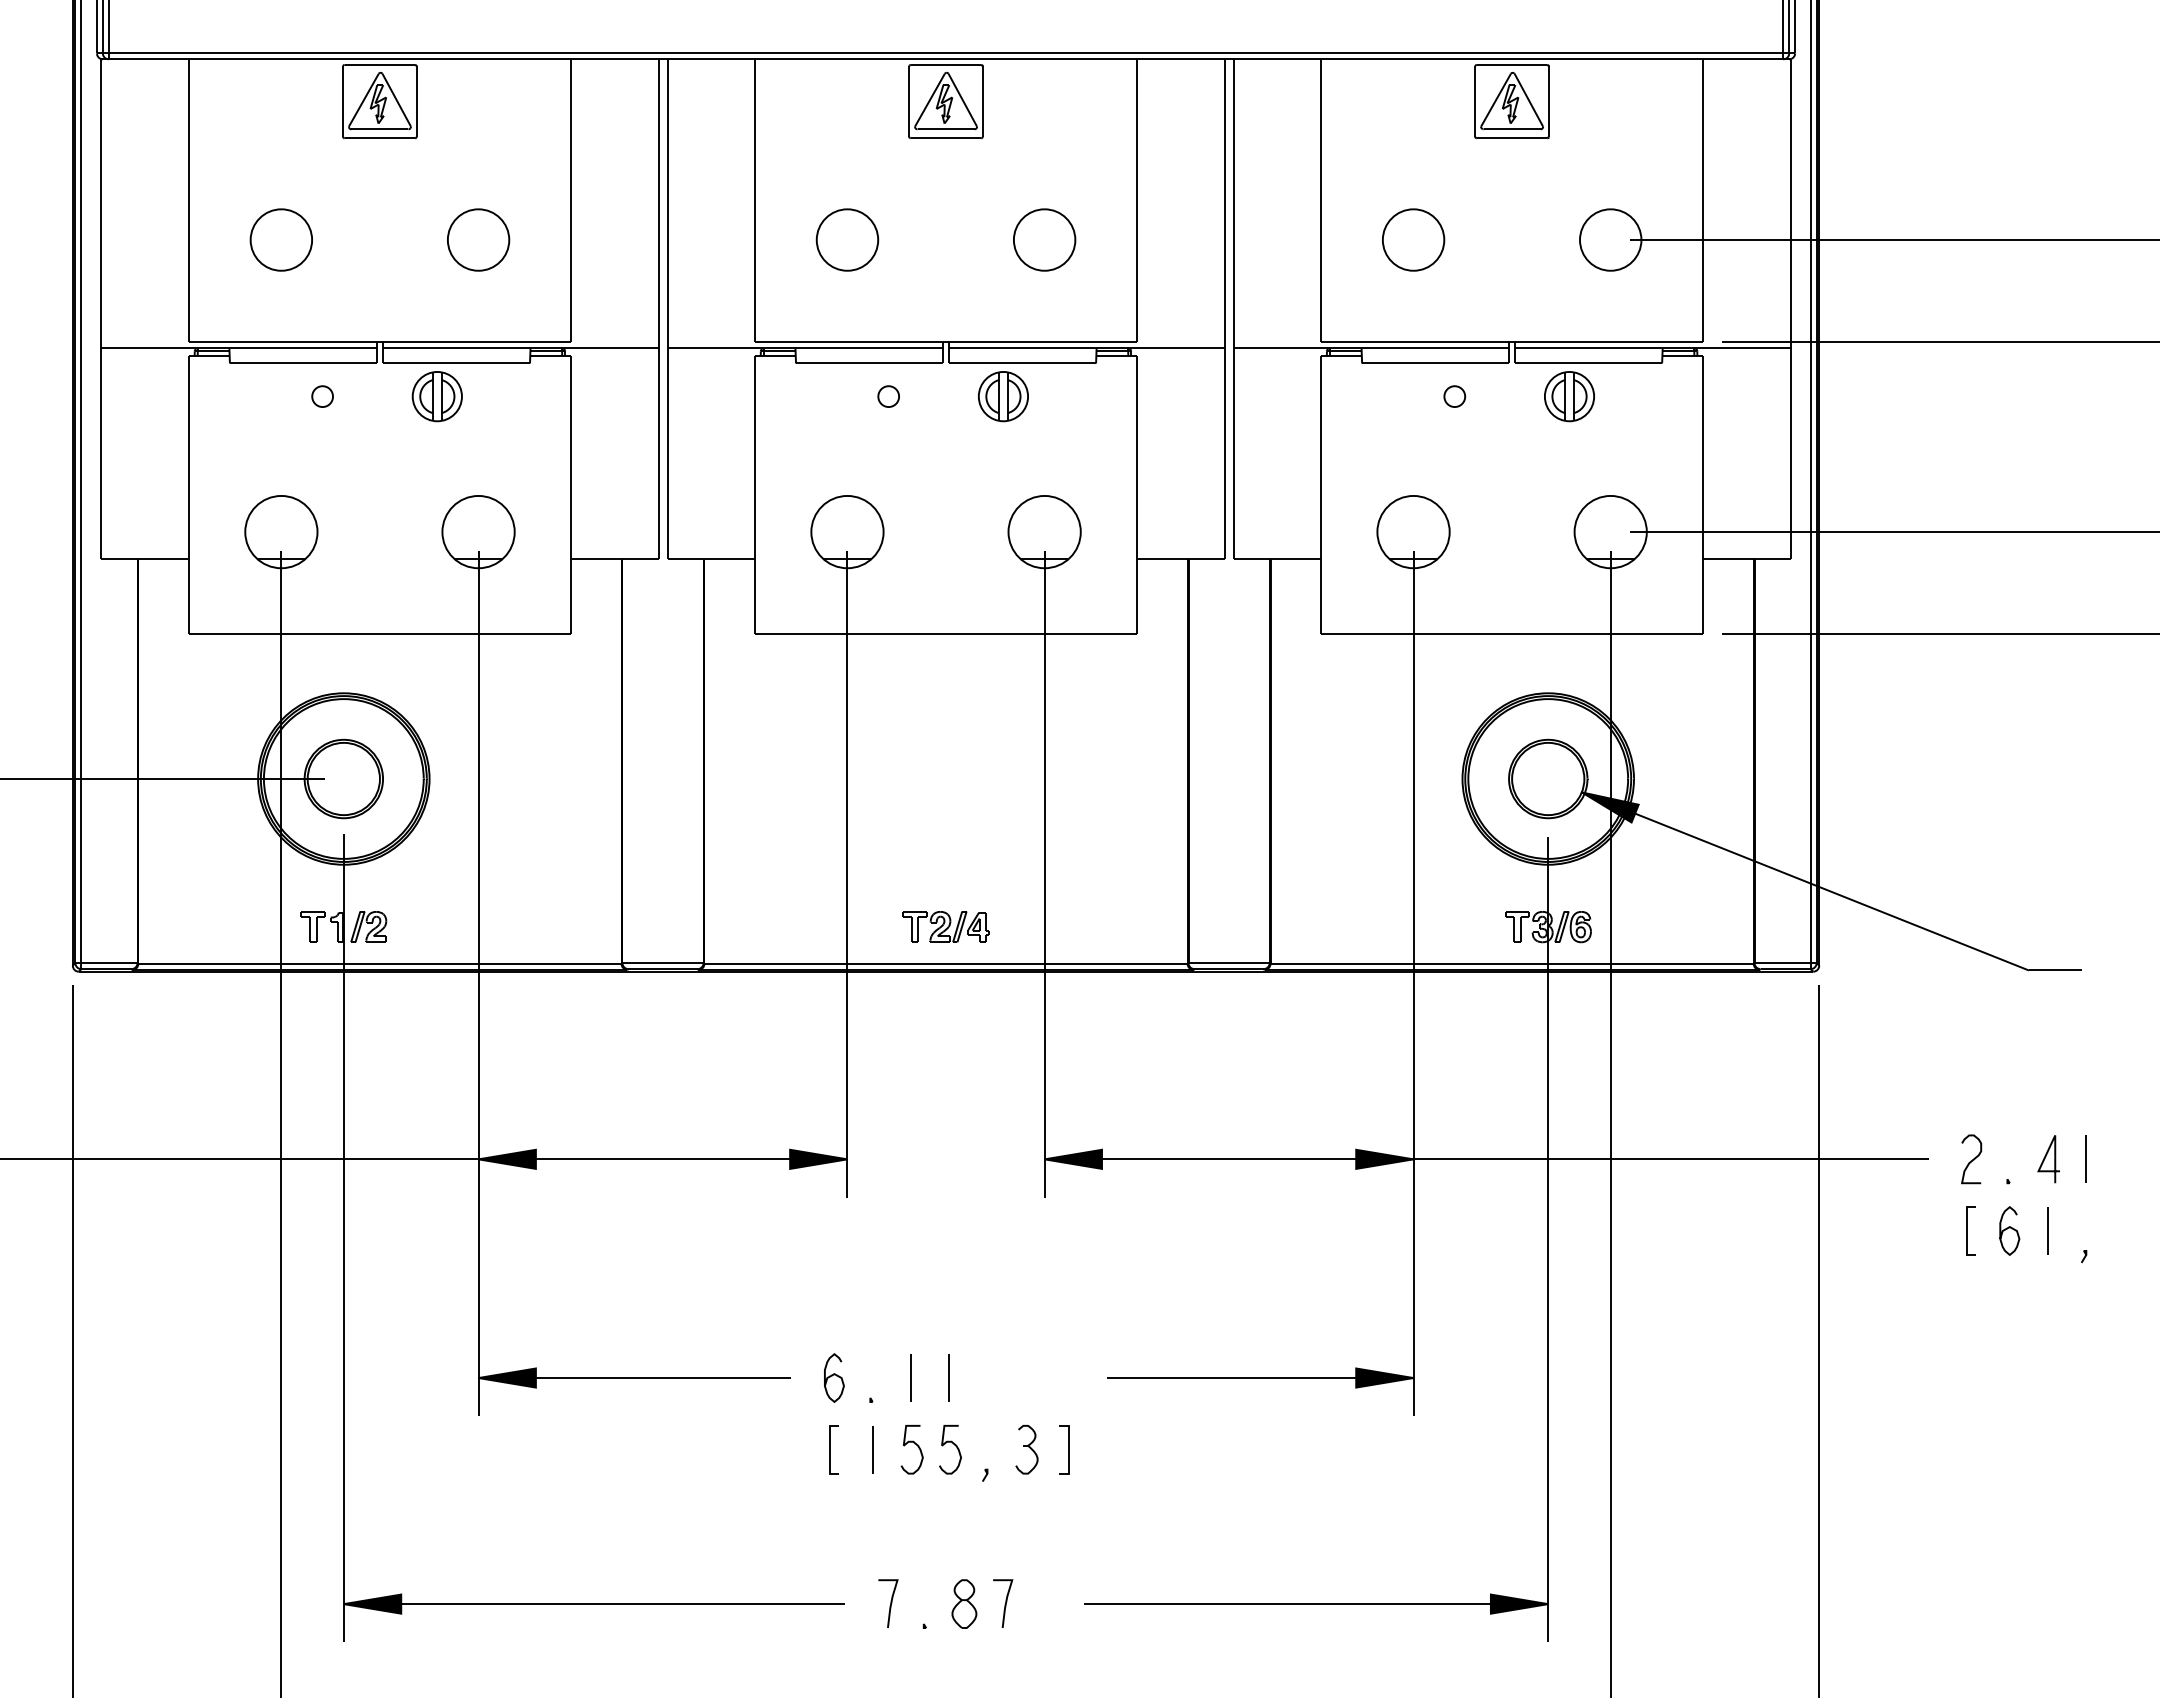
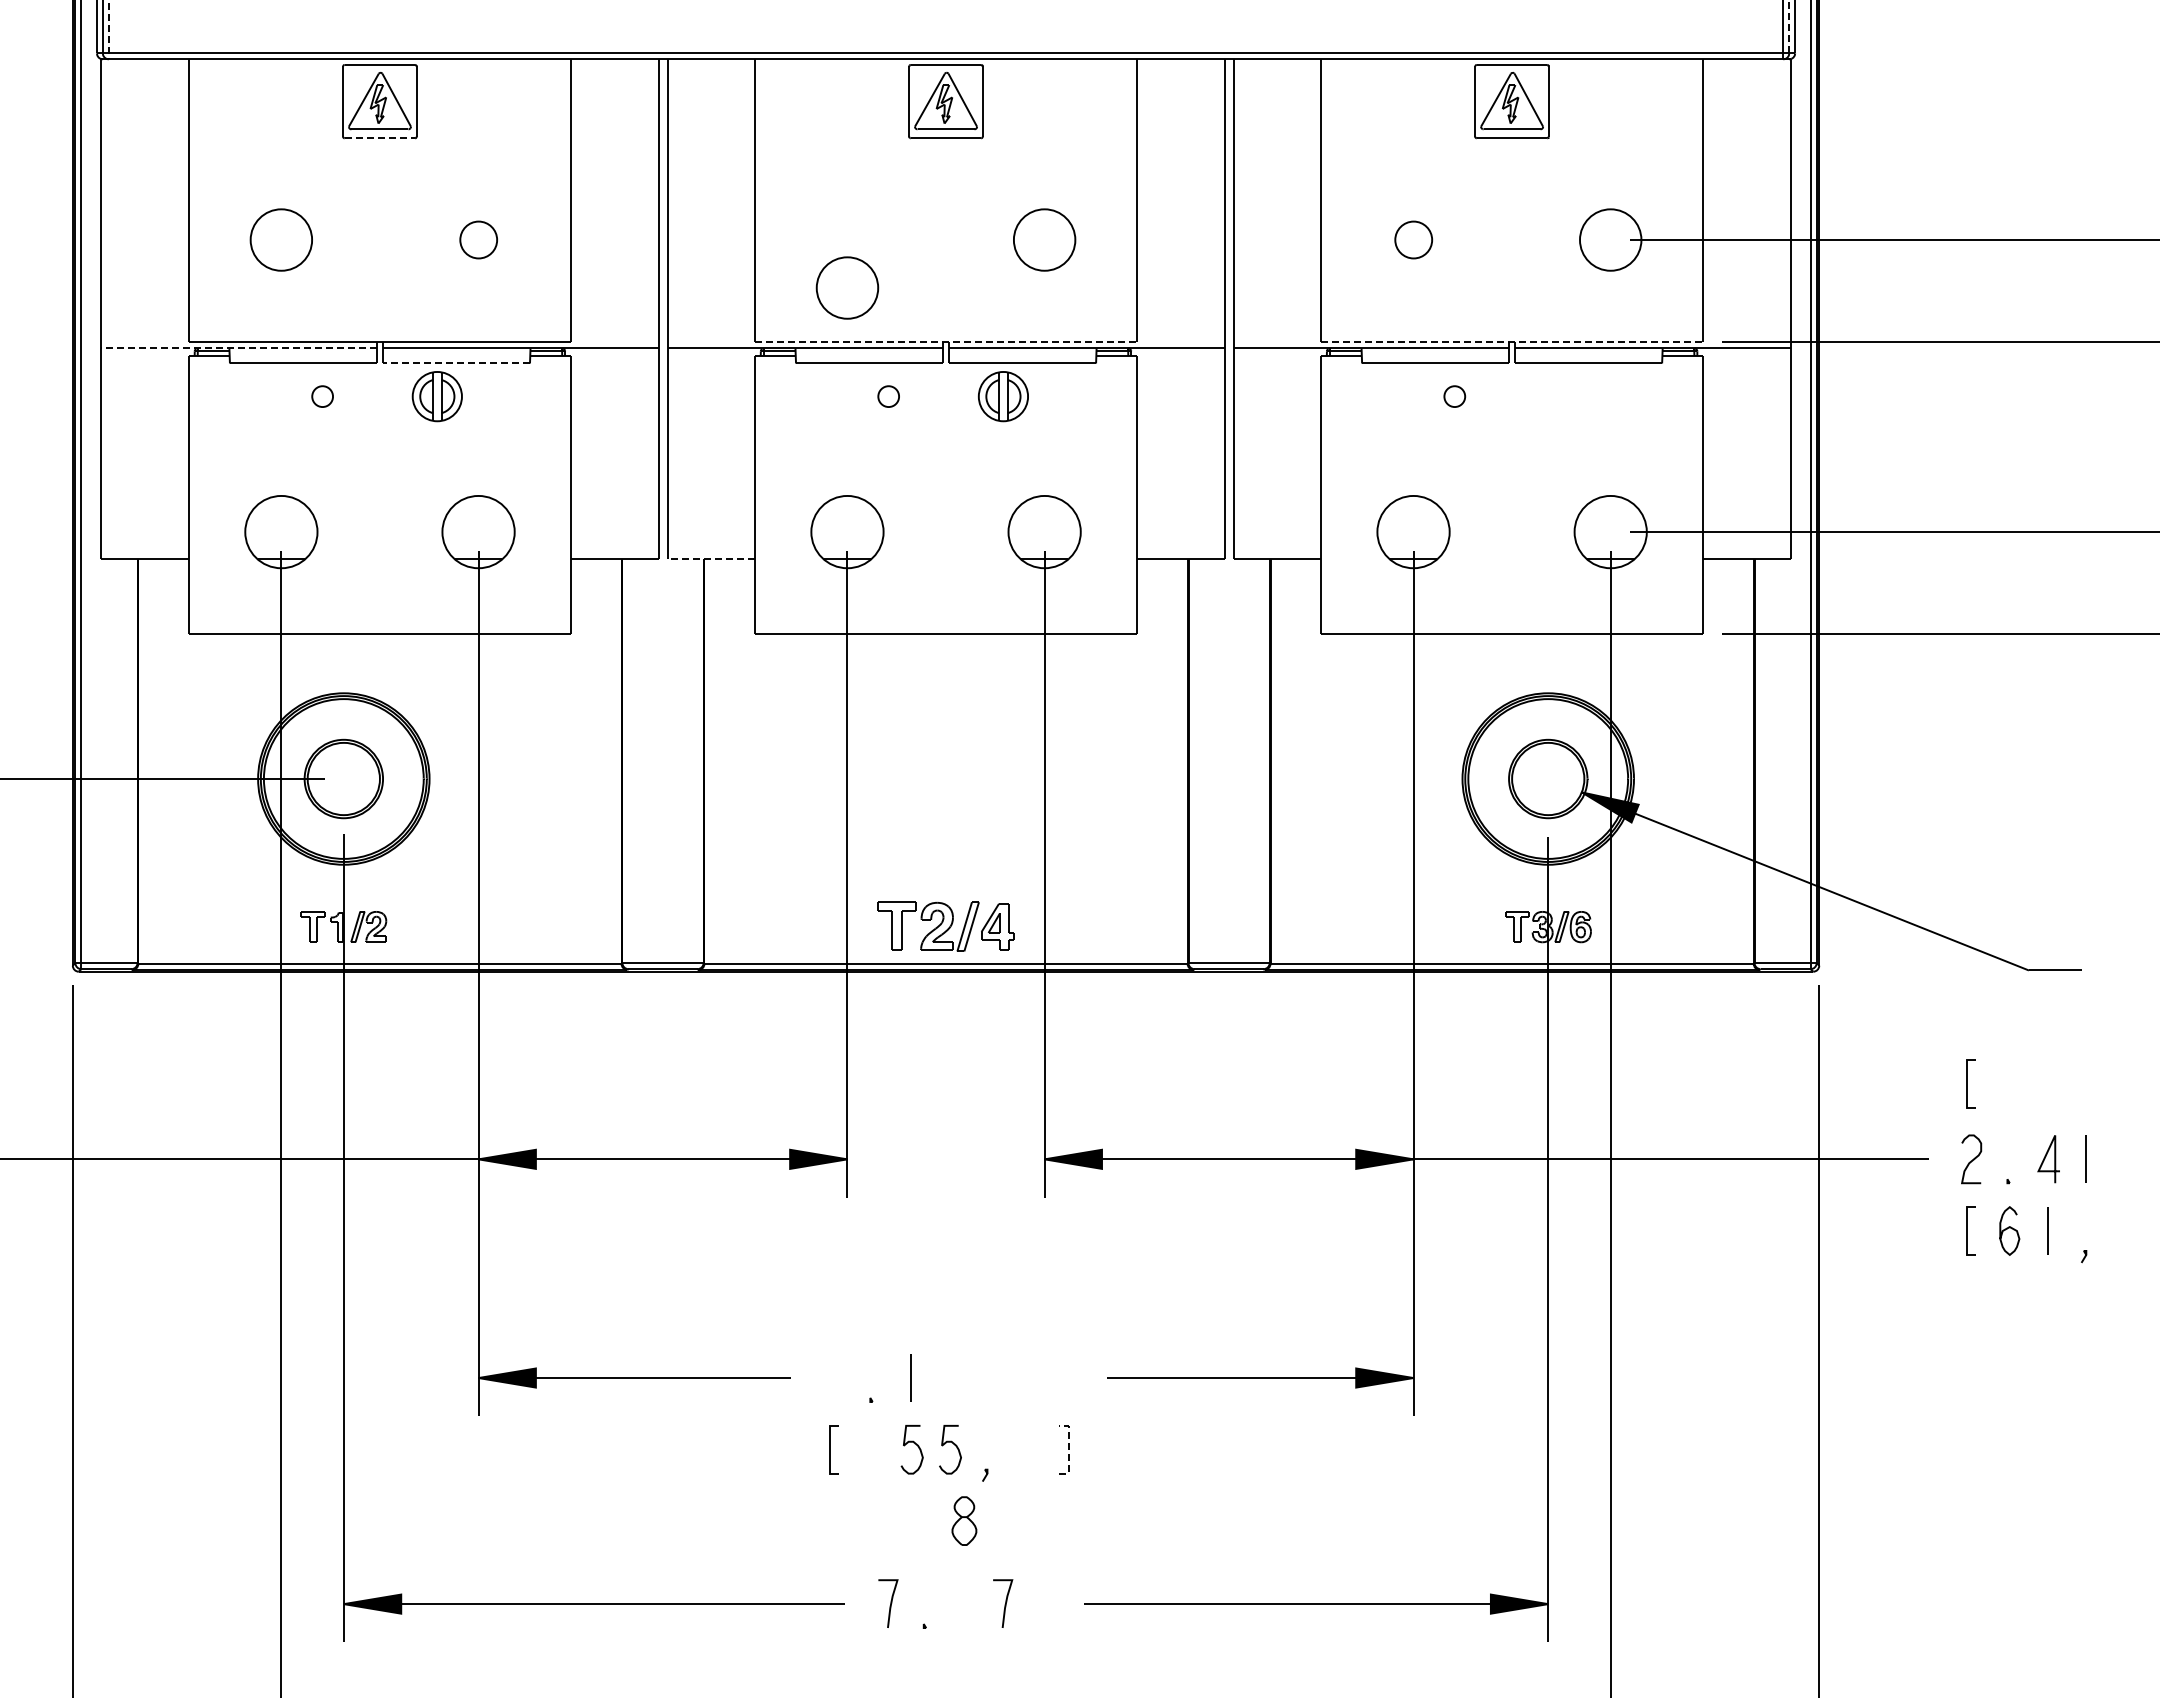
line at (1789, 26): solid -> dashed
line at (108, 30): solid -> dashed
line at (380, 138): solid -> dashed
part at (478, 239) size: 64x64 px -> 39x40 px
part at (847, 239) position: (847, 239) -> (847, 287)
part at (1413, 239) size: 64x64 px -> 40x40 px
line at (946, 342): solid -> dashed
line at (1512, 342): solid -> dashed
line at (239, 348): solid -> dashed
line at (456, 363): solid -> dashed
part at (1569, 396): present -> none
line at (711, 559): solid -> dashed
part at (945, 926) size: 88x32 px -> 138x51 px
line at (1967, 1083): none -> present
curve at (834, 1375): present -> none
line at (948, 1377): present -> none
line at (872, 1449): present -> none
part at (1026, 1449): present -> none
line at (1068, 1449): solid -> dashed
part at (964, 1603) position: (964, 1603) -> (964, 1520)
